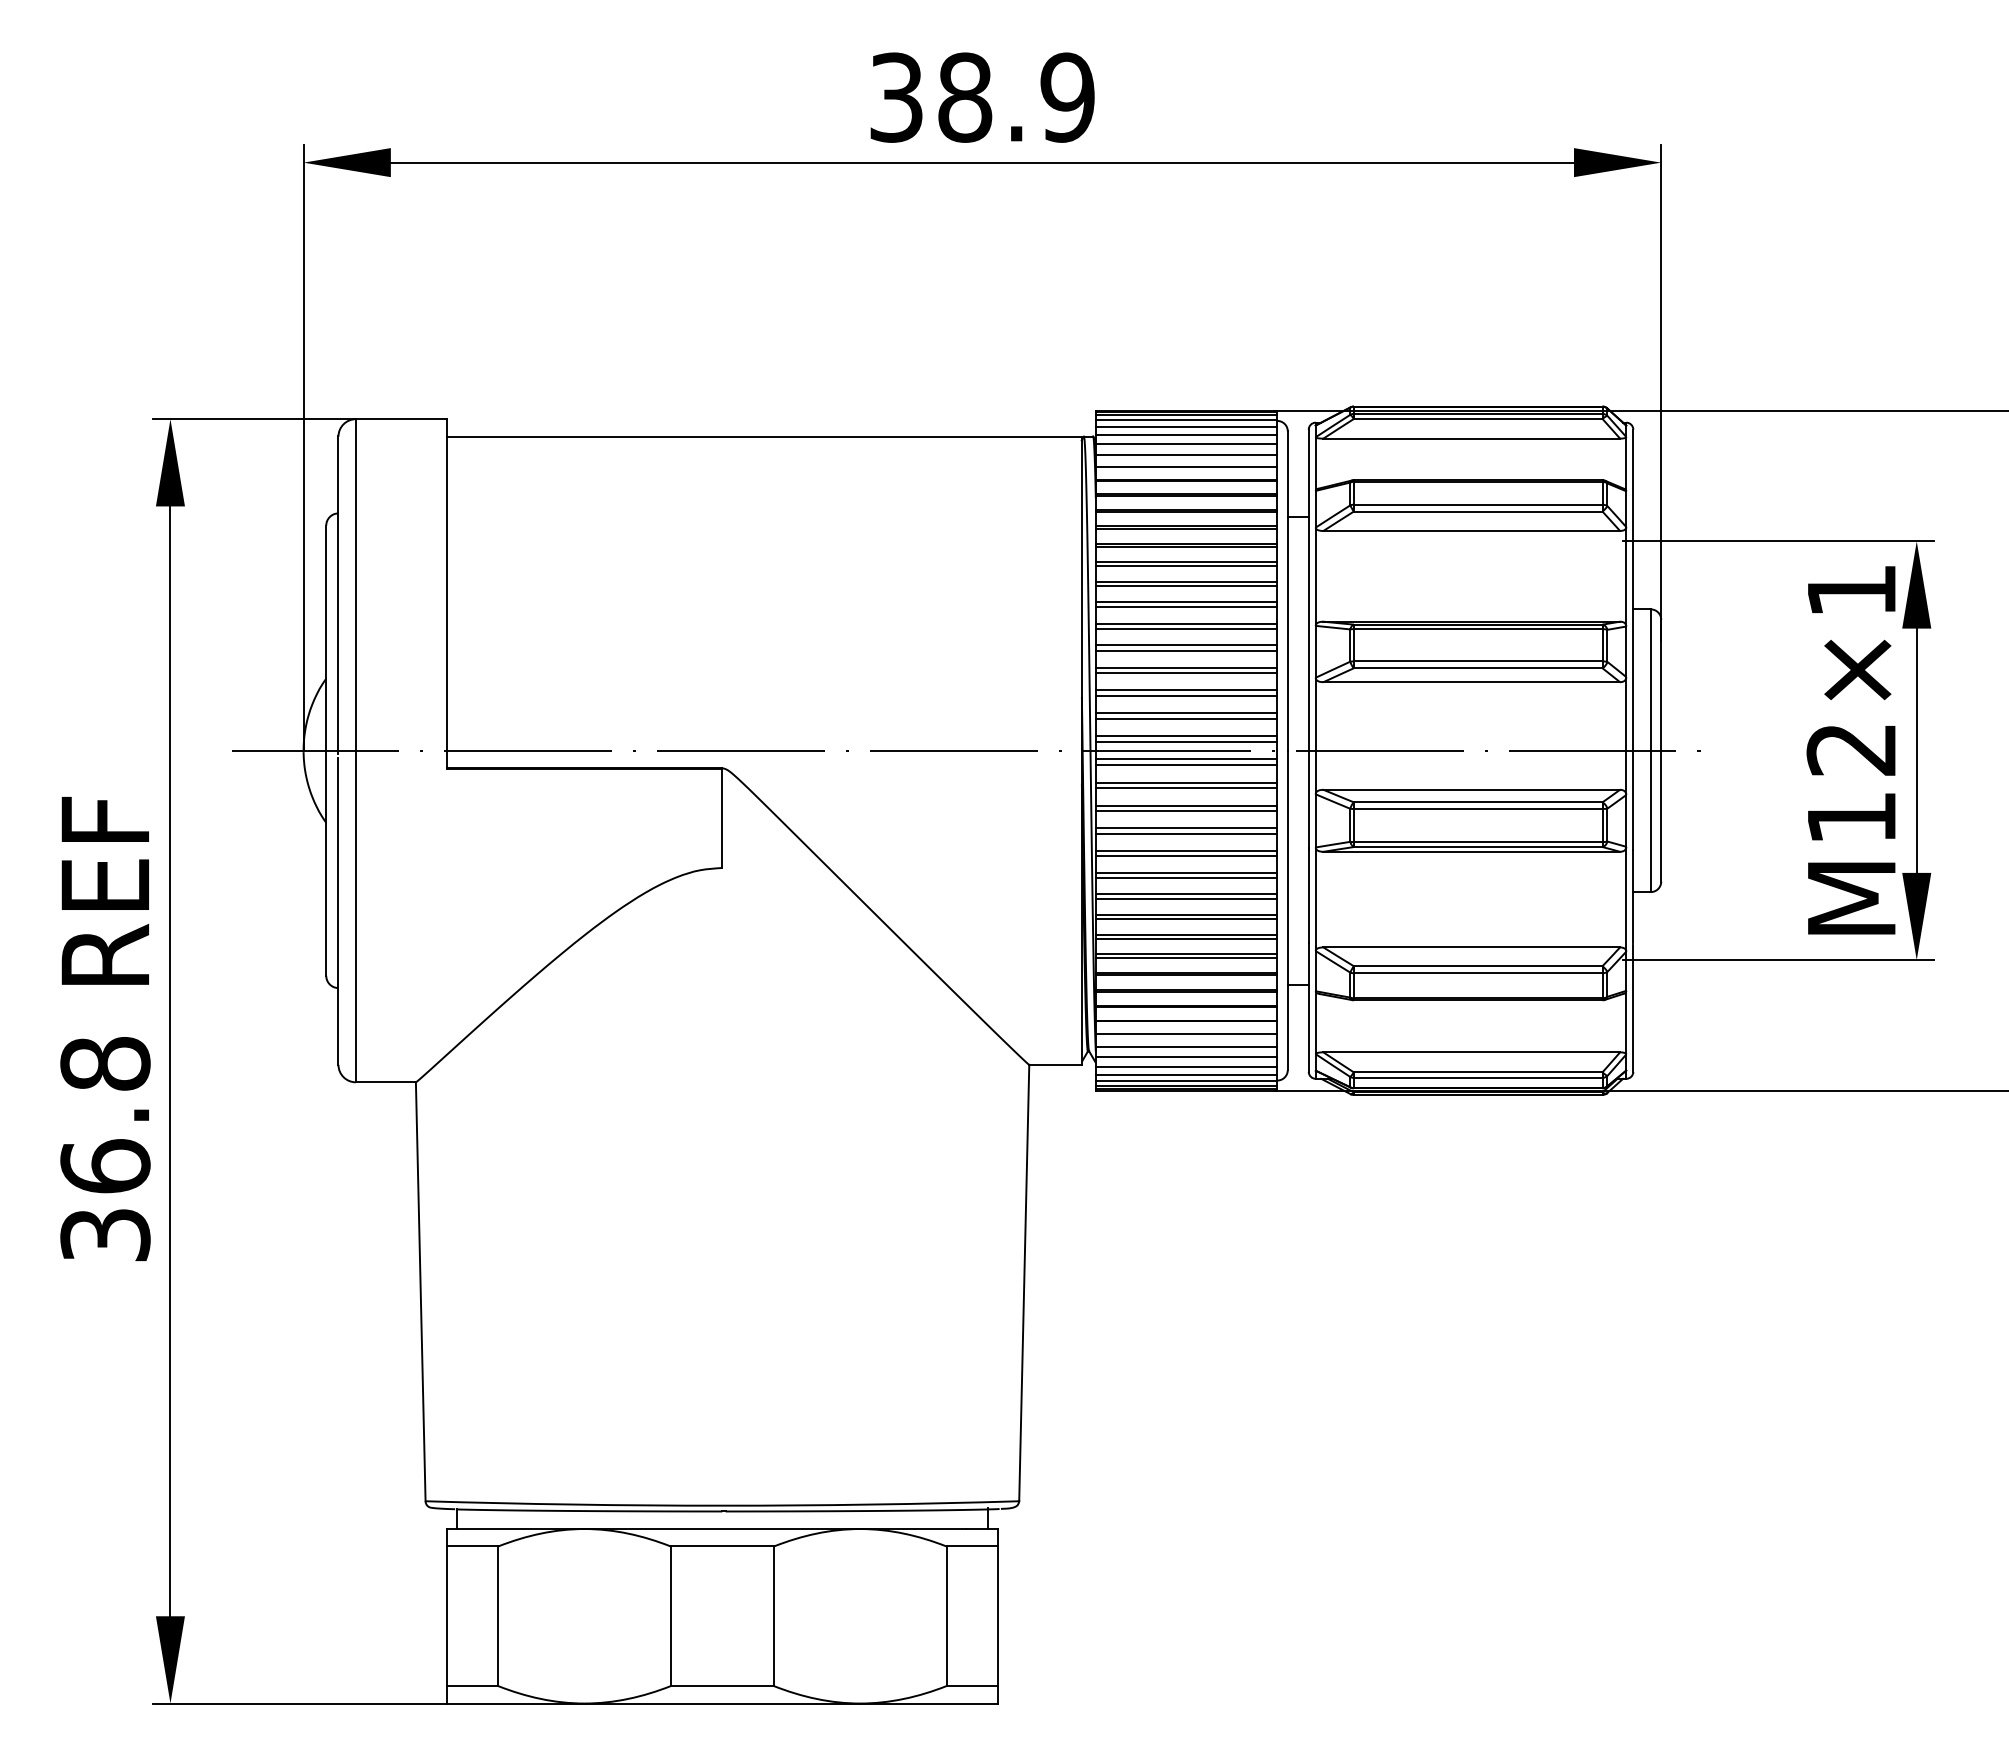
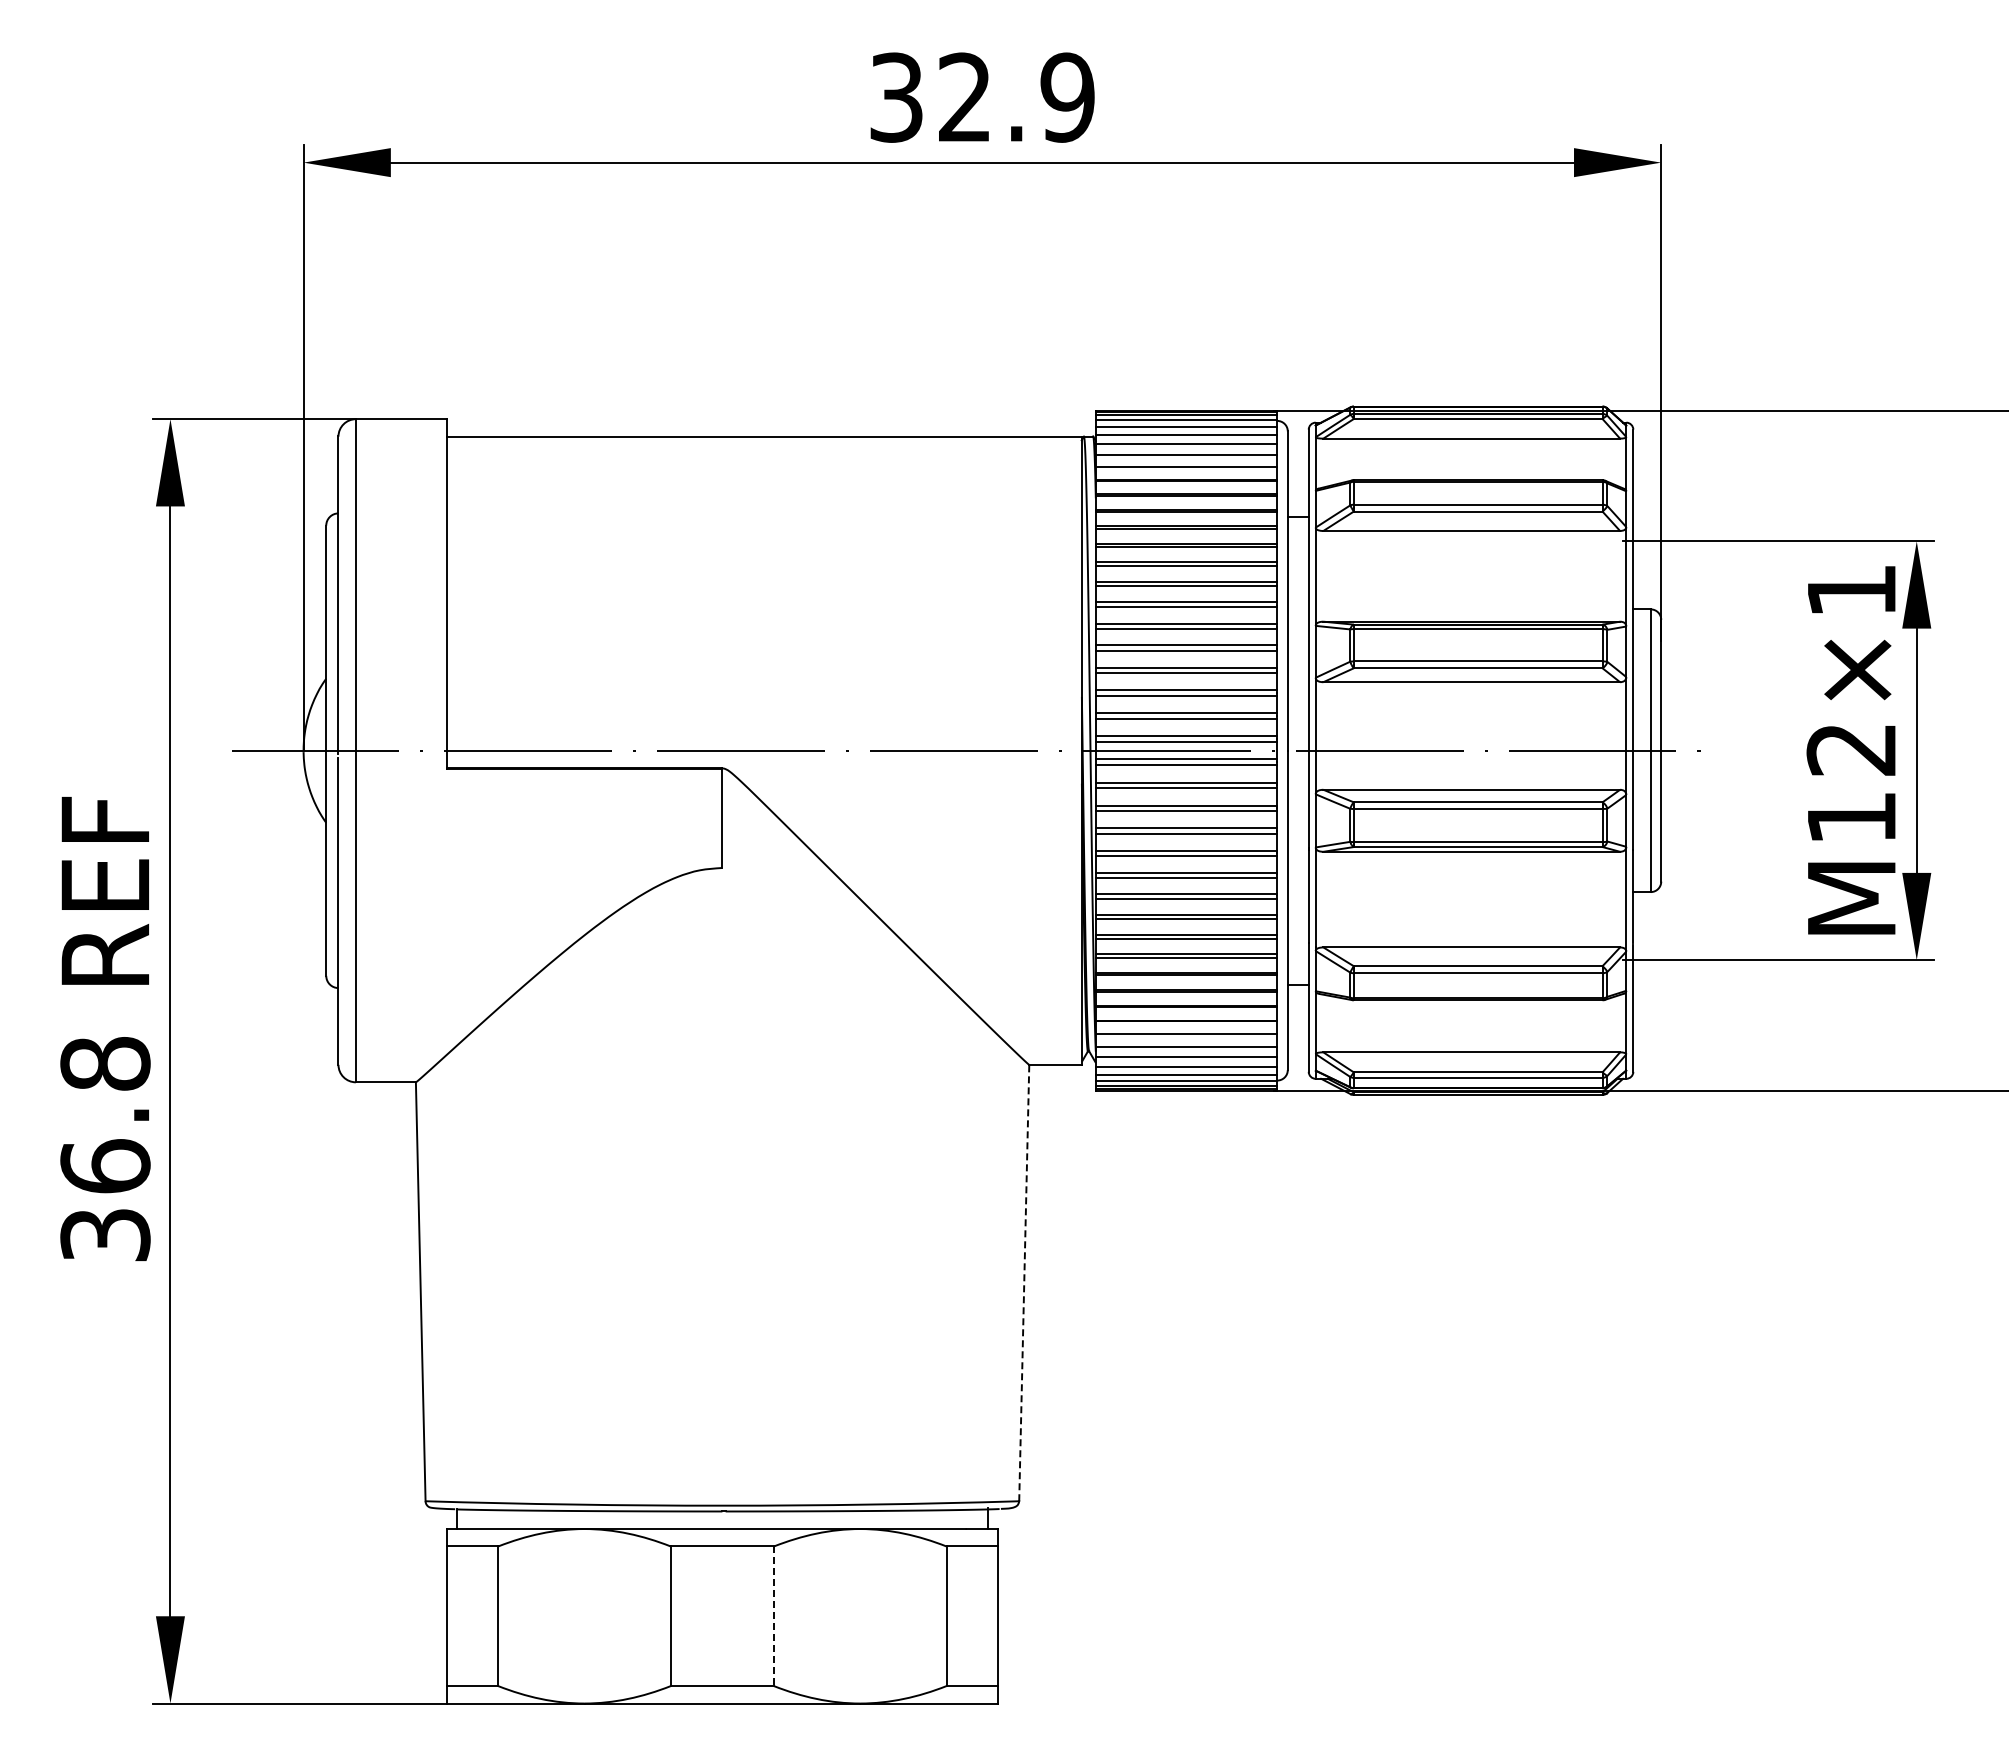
text at (965, 97): 38.9 -> 32.9
line at (1024, 1282): solid -> dashed
line at (773, 1616): solid -> dashed
